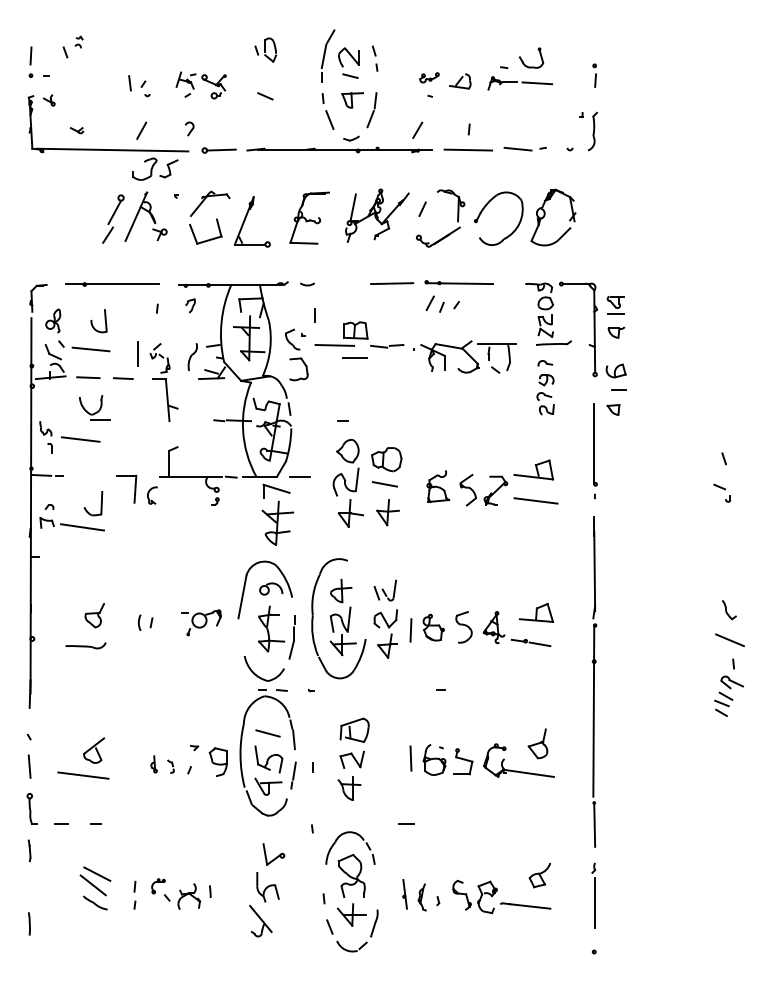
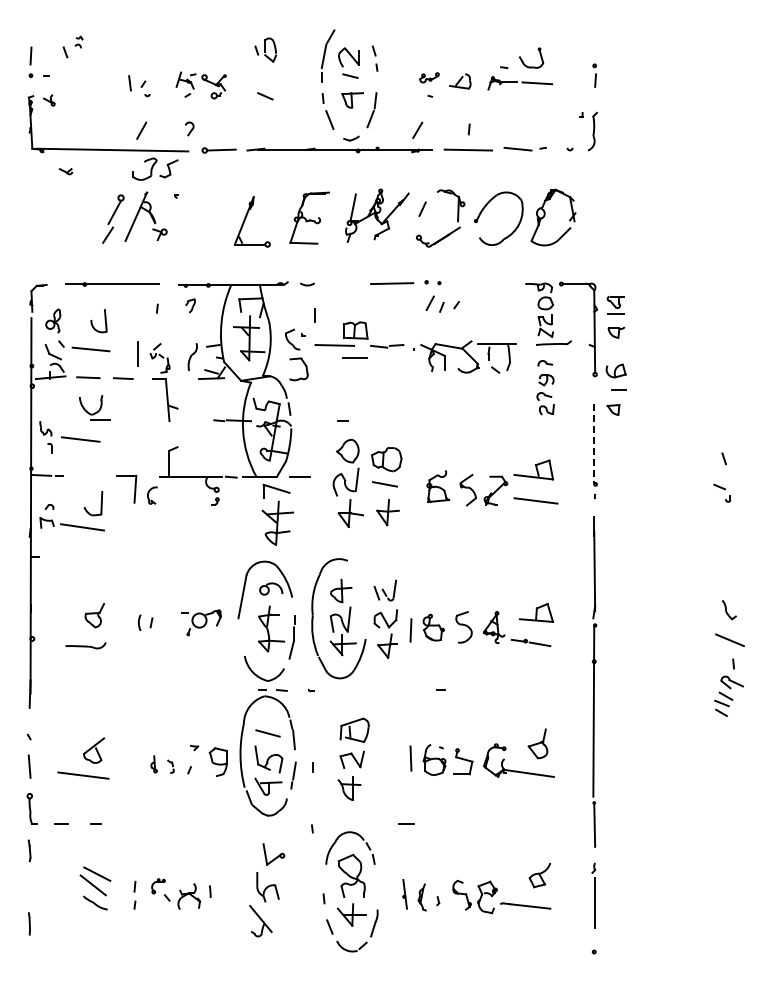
part at (76, 130) position: (76, 130) -> (65, 171)
part at (216, 218): present -> none
line at (459, 283): present -> none
line at (594, 444): solid -> dashed
